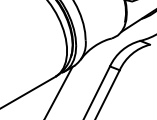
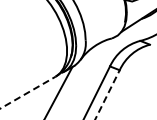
line at (27, 92): solid -> dashed
line at (107, 95): solid -> dashed
